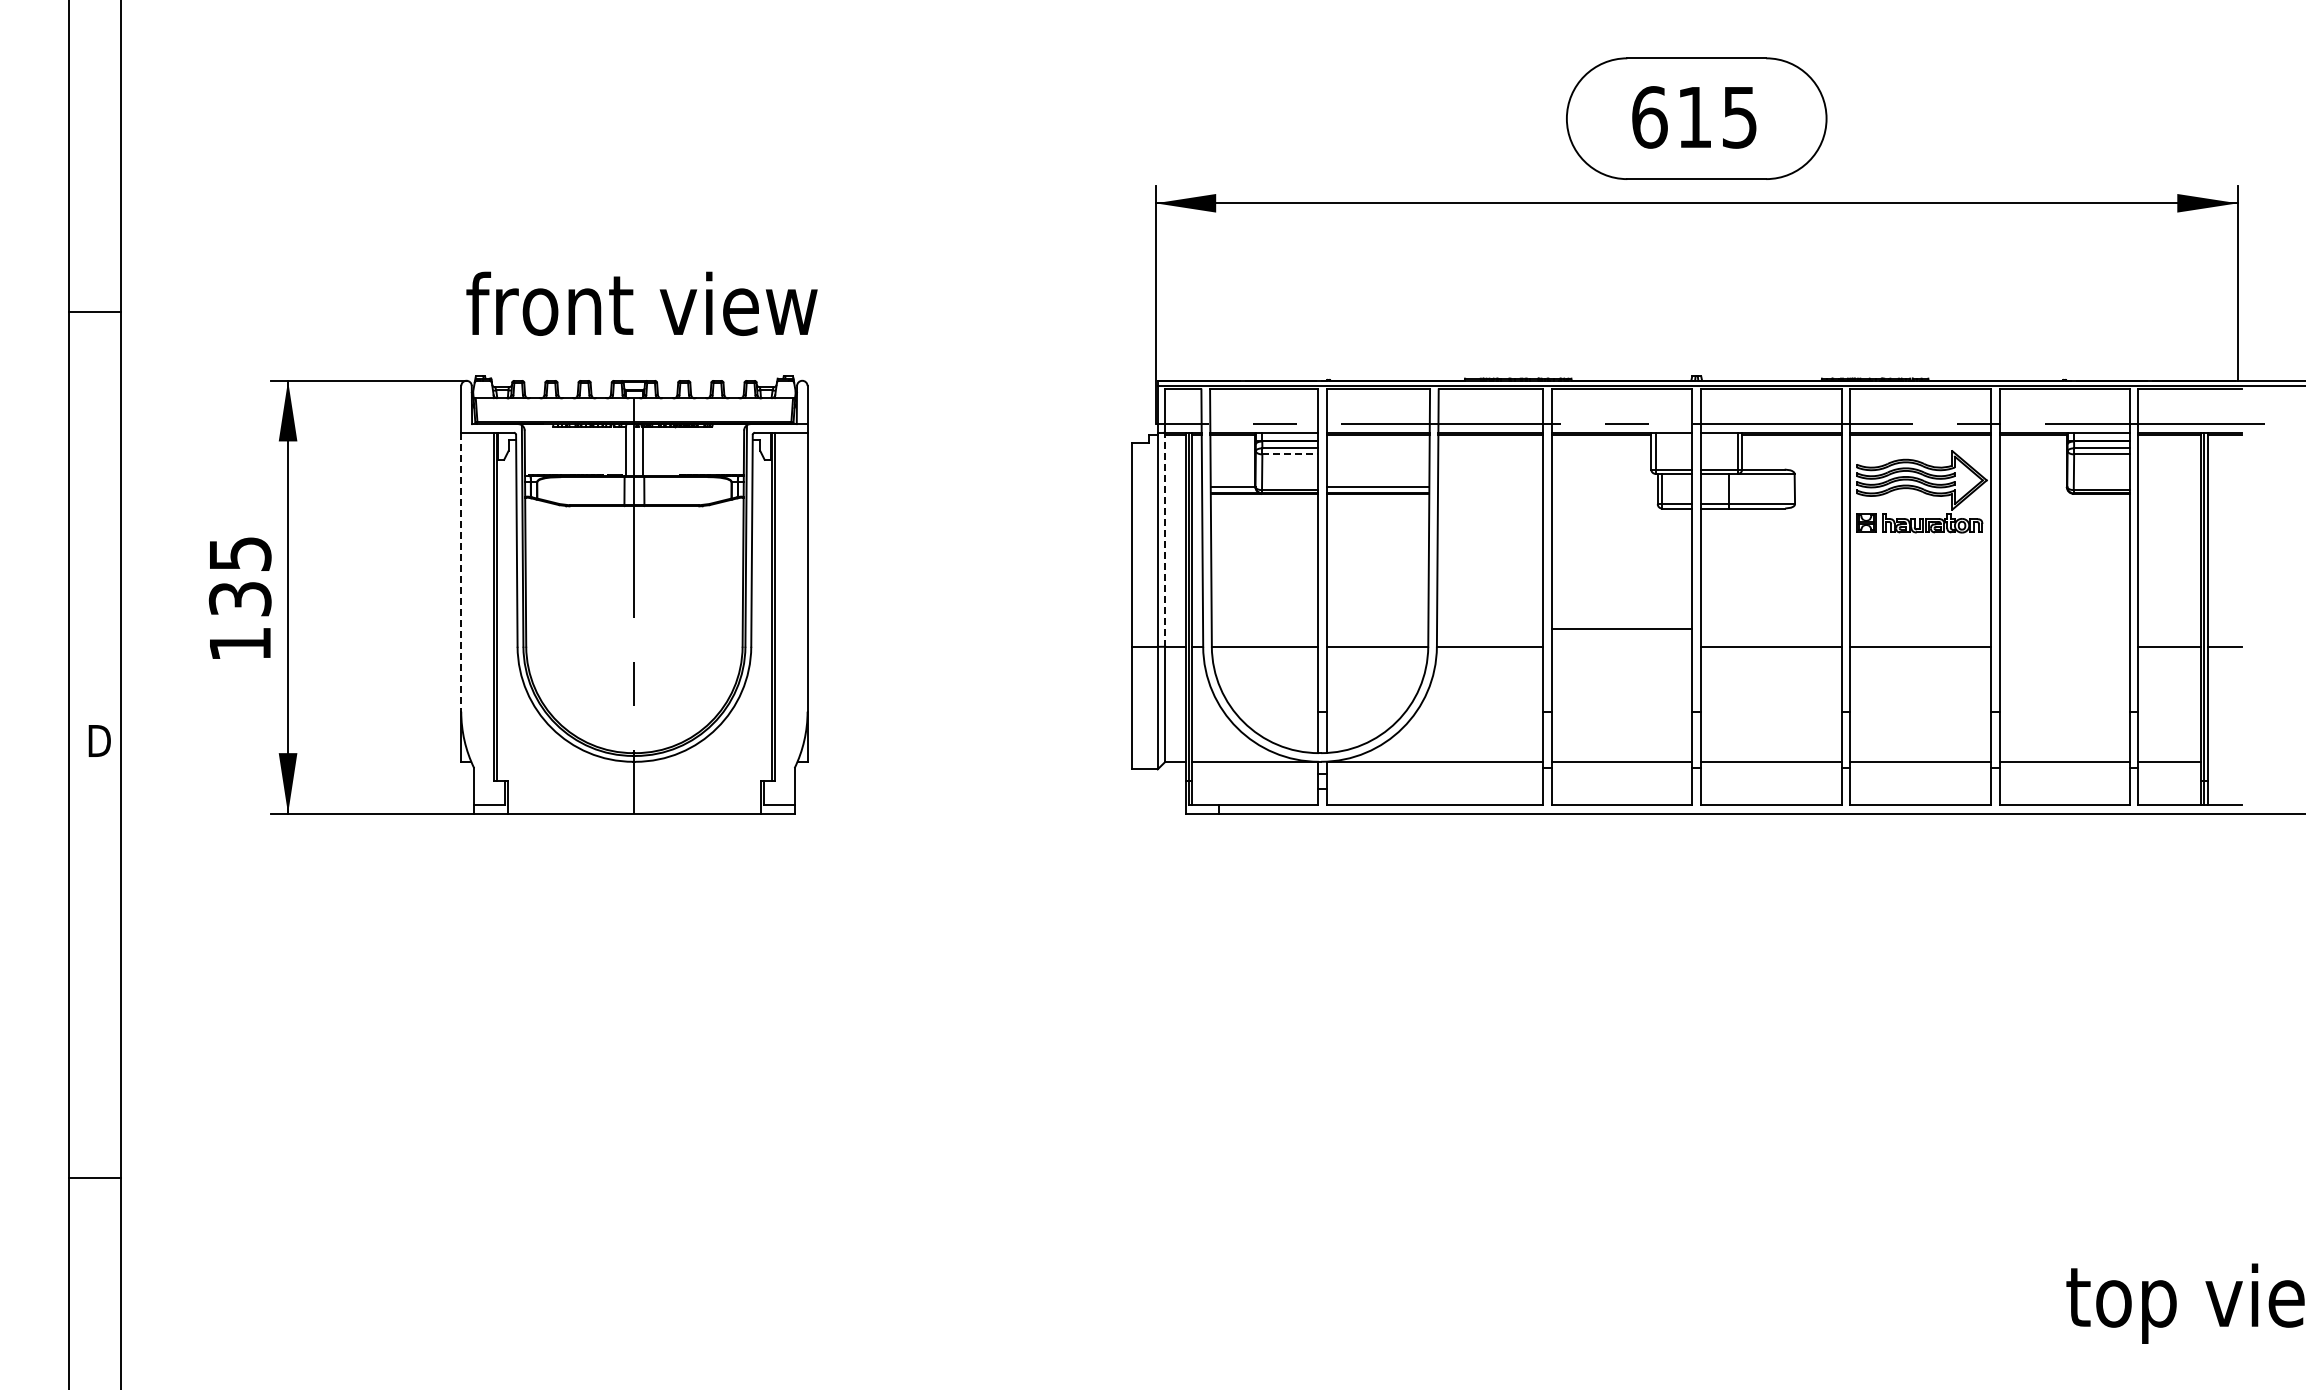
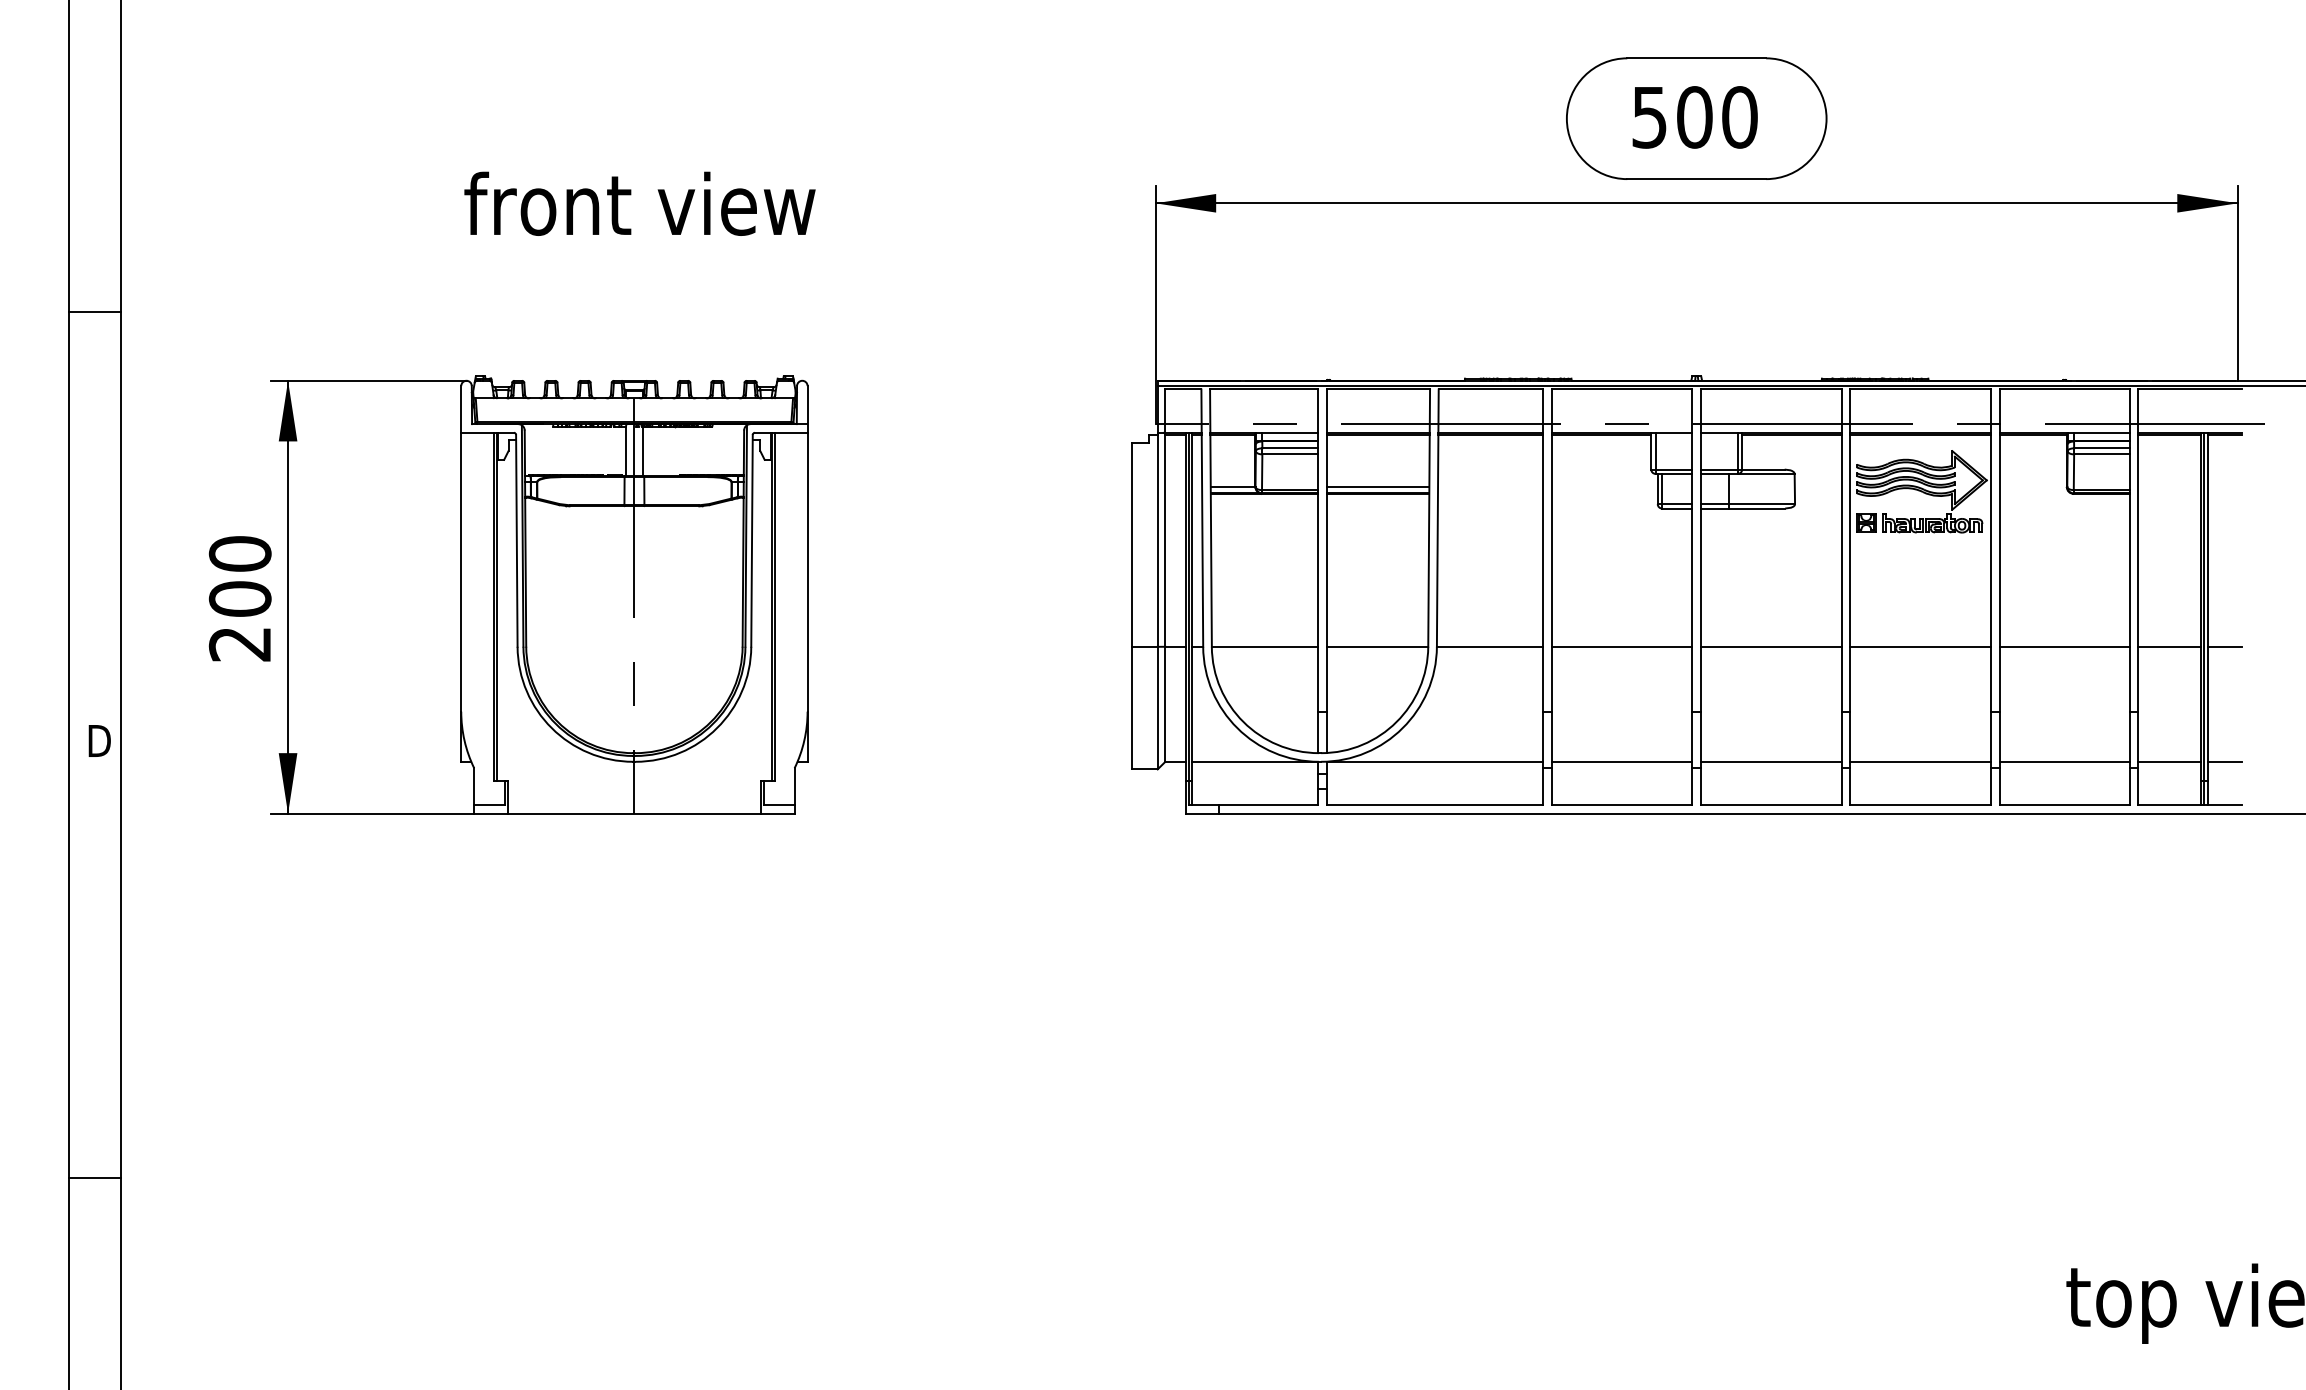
text at (1694, 117): 615 -> 500
text at (641, 303) position: (641, 303) -> (639, 203)
line at (1290, 454): dashed -> solid
line at (1165, 540): dashed -> solid
line at (461, 572): dashed -> solid
text at (239, 598): 135 -> 200
line at (1621, 628) position: (1621, 628) -> (1621, 646)
line at (2064, 646): none -> present
line at (2224, 761): none -> present
